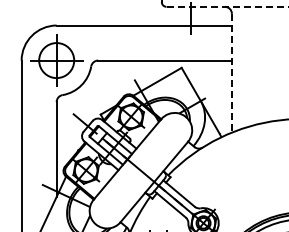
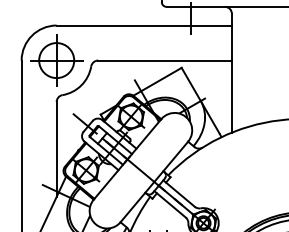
line at (227, 6): dashed -> solid
line at (231, 73): dashed -> solid
